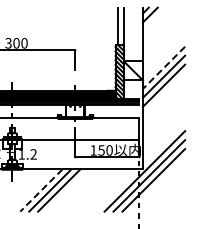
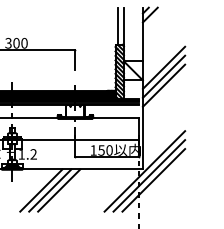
line at (164, 67): dashed -> solid
line at (41, 190): dashed -> solid
